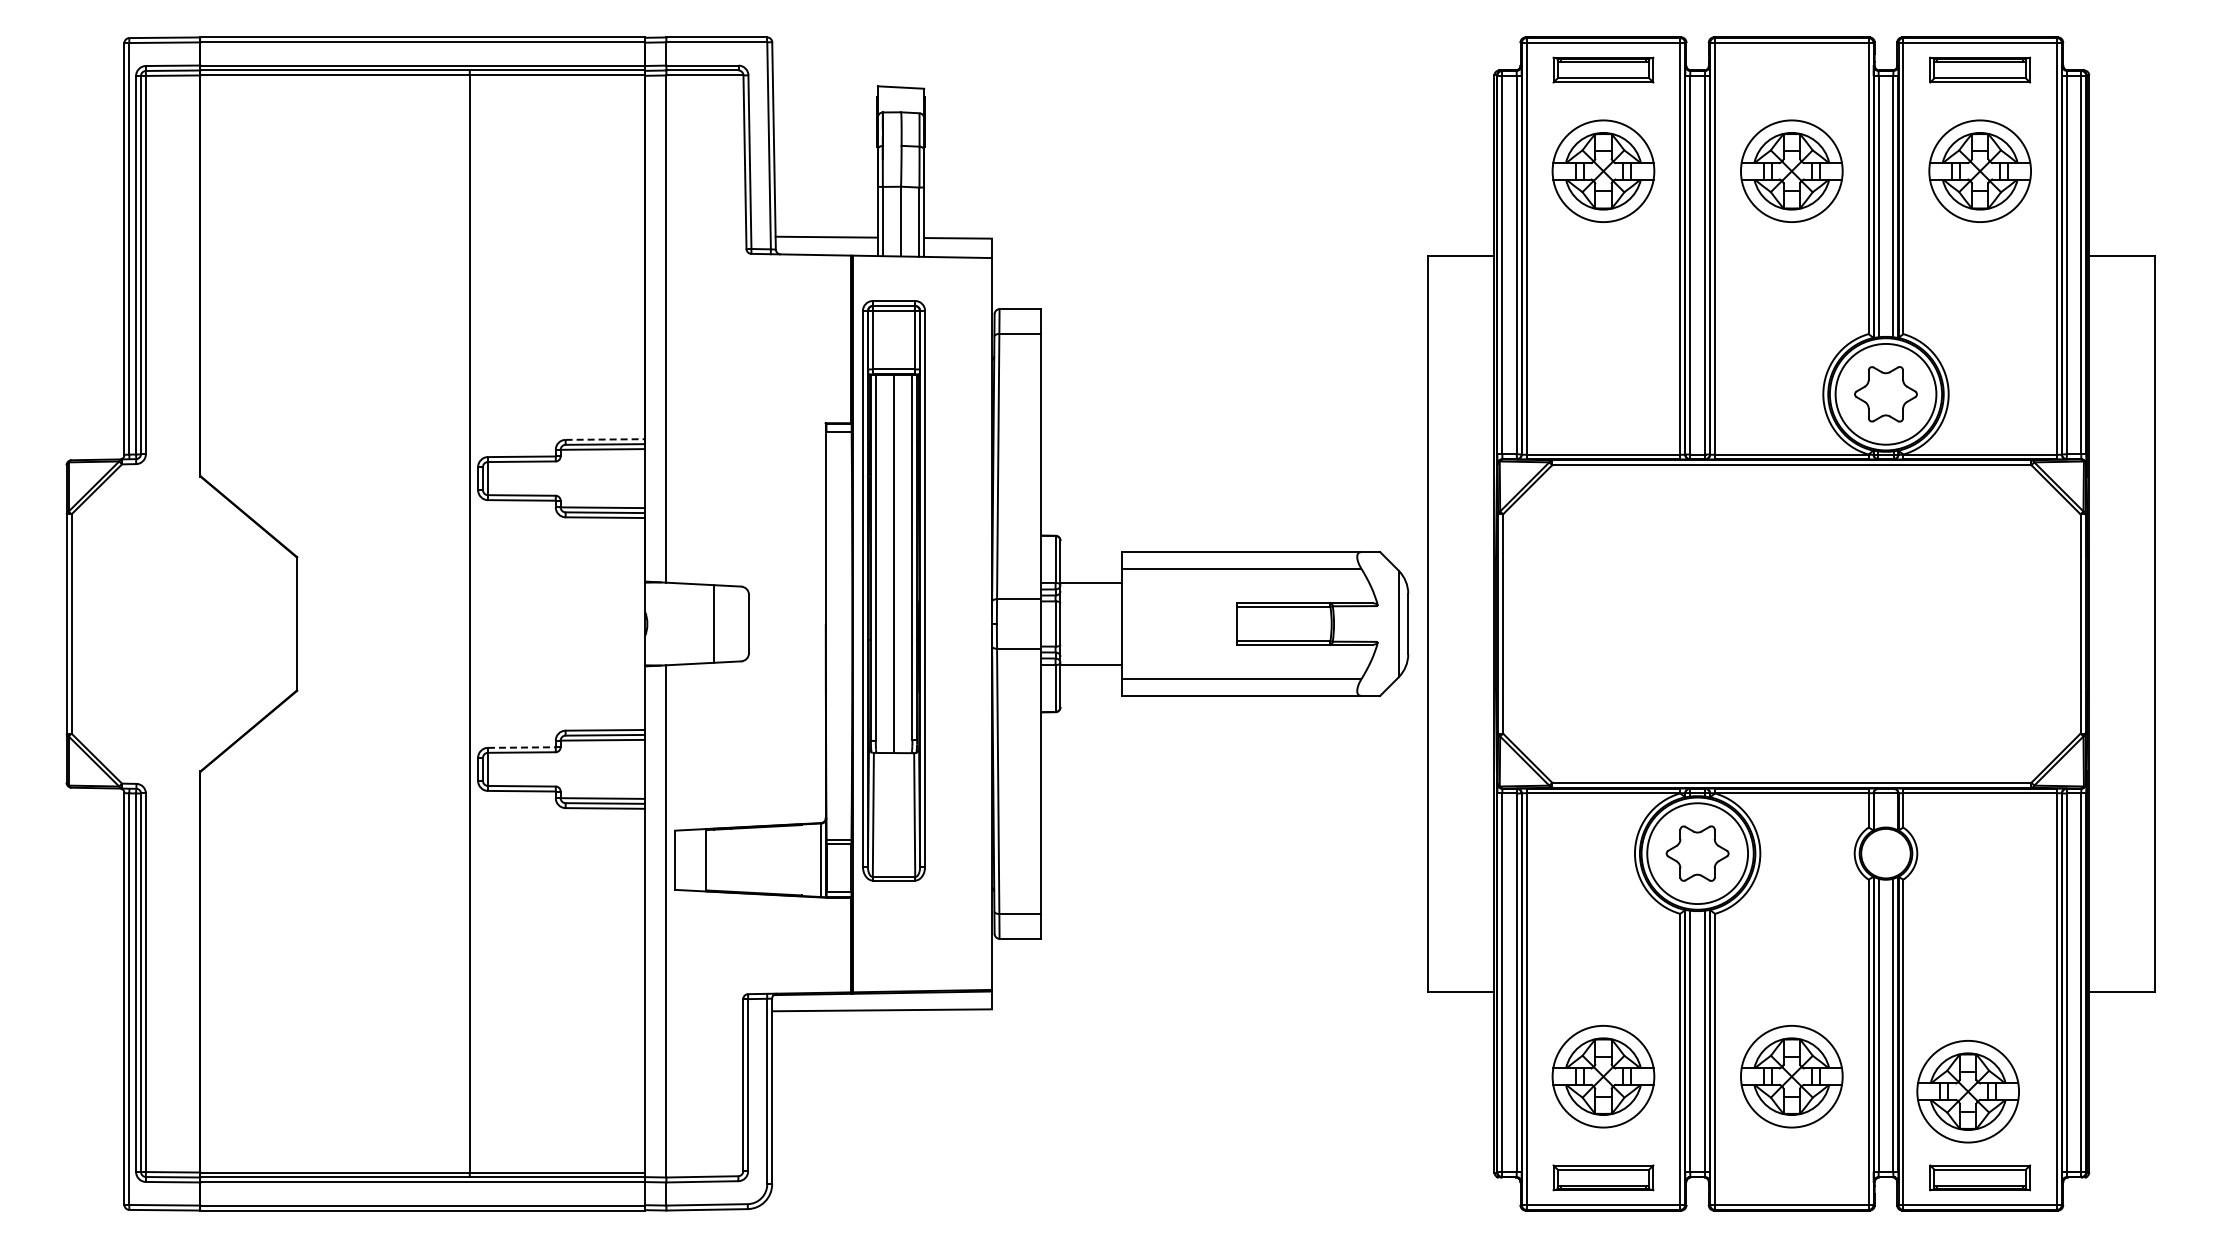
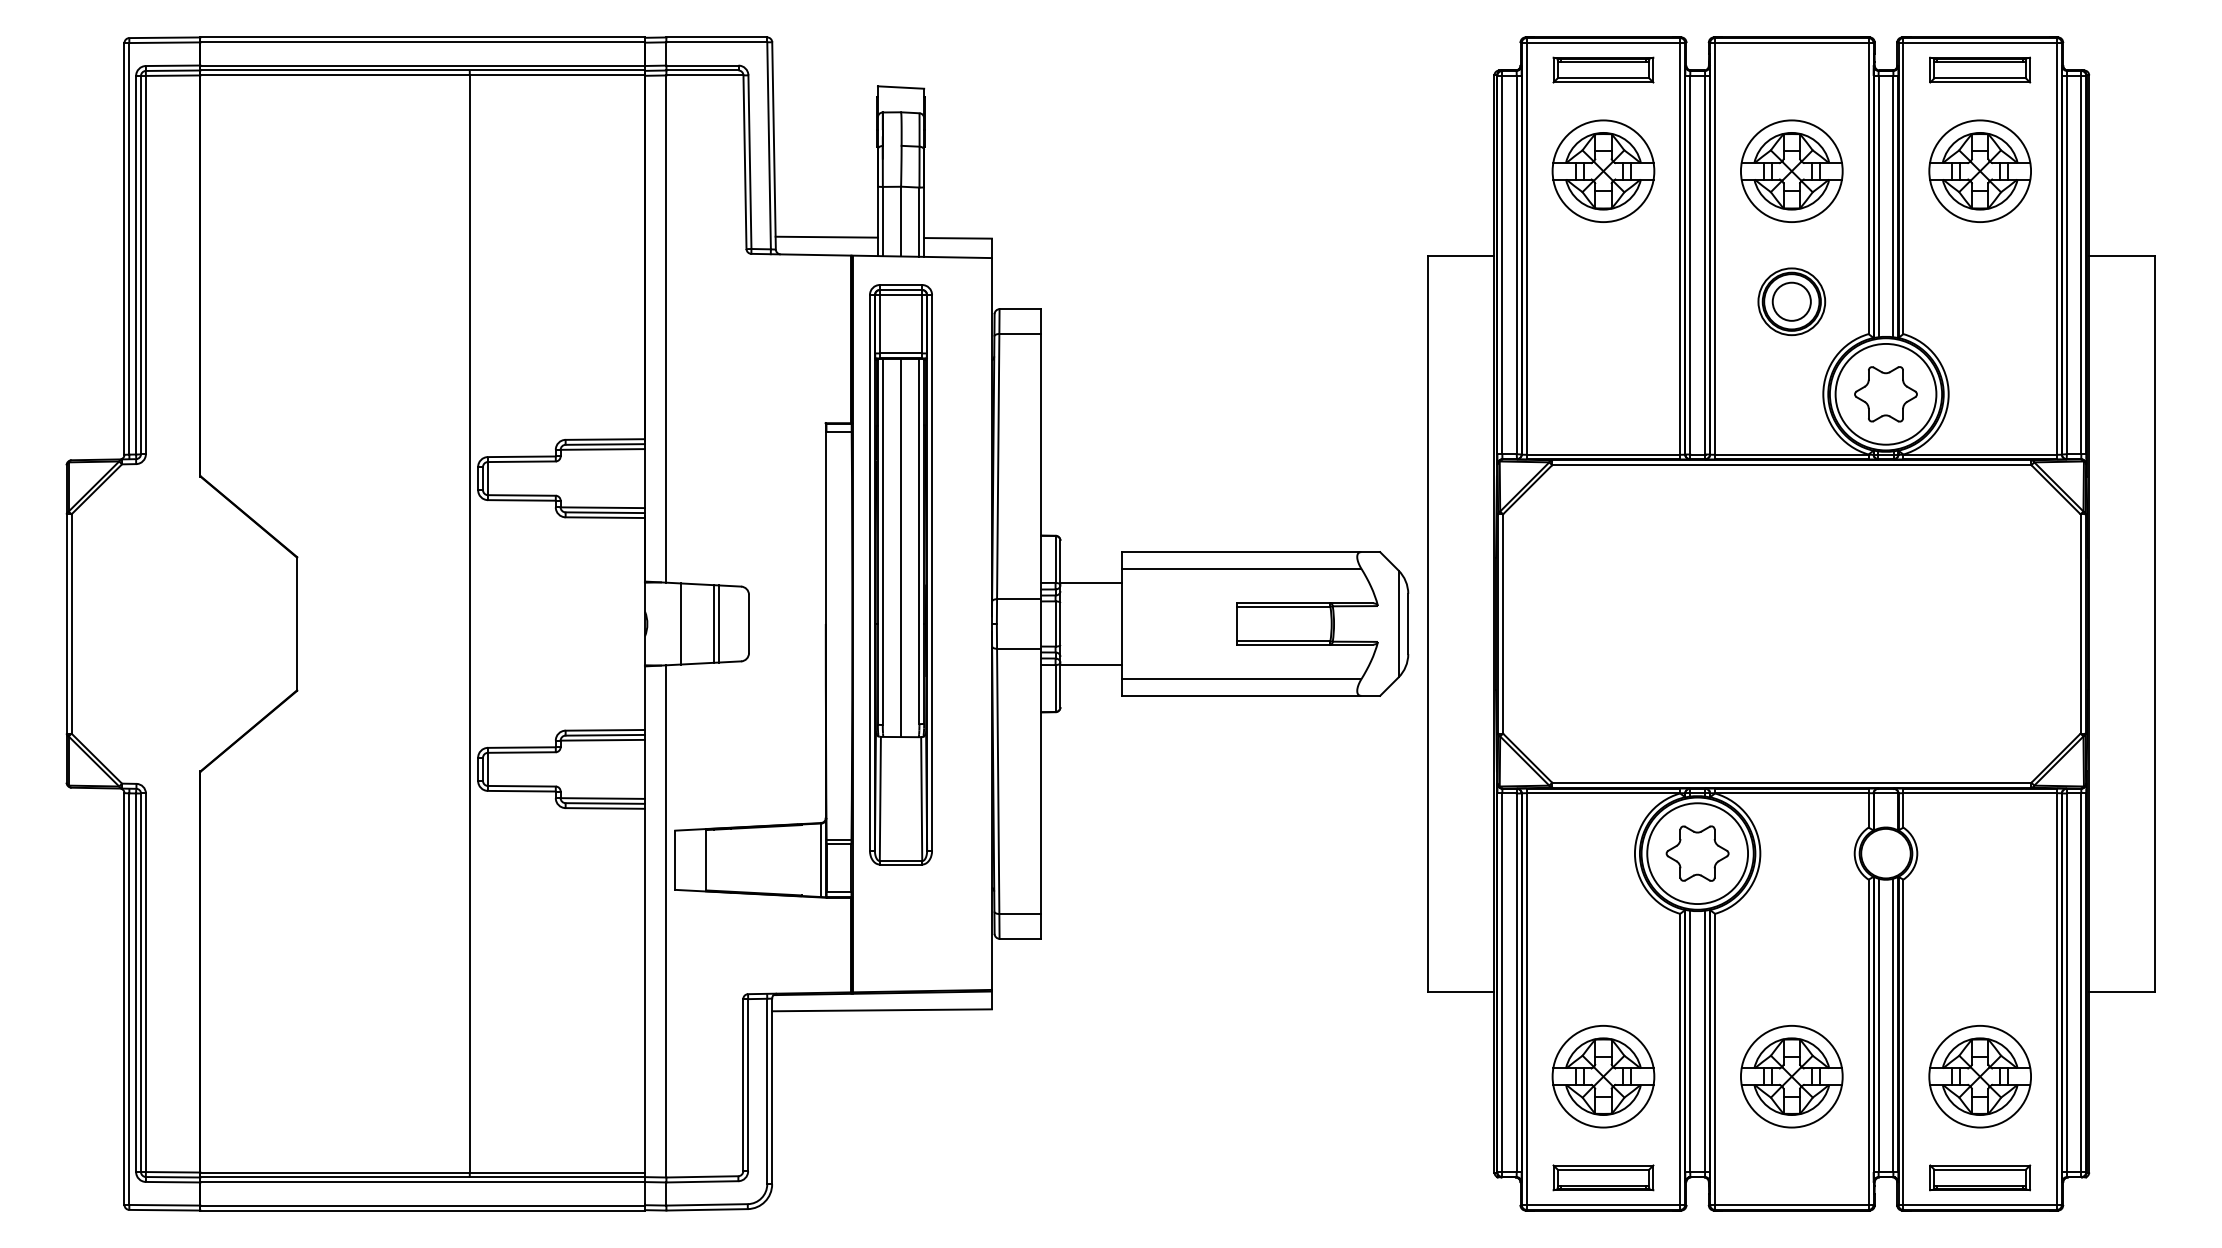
part at (1791, 301): none -> present
line at (605, 439): dashed -> solid
part at (893, 590) position: (893, 590) -> (900, 574)
line at (681, 623): none -> present
line at (719, 623): none -> present
line at (521, 747): dashed -> solid
part at (1967, 1091) position: (1967, 1091) -> (1979, 1076)
